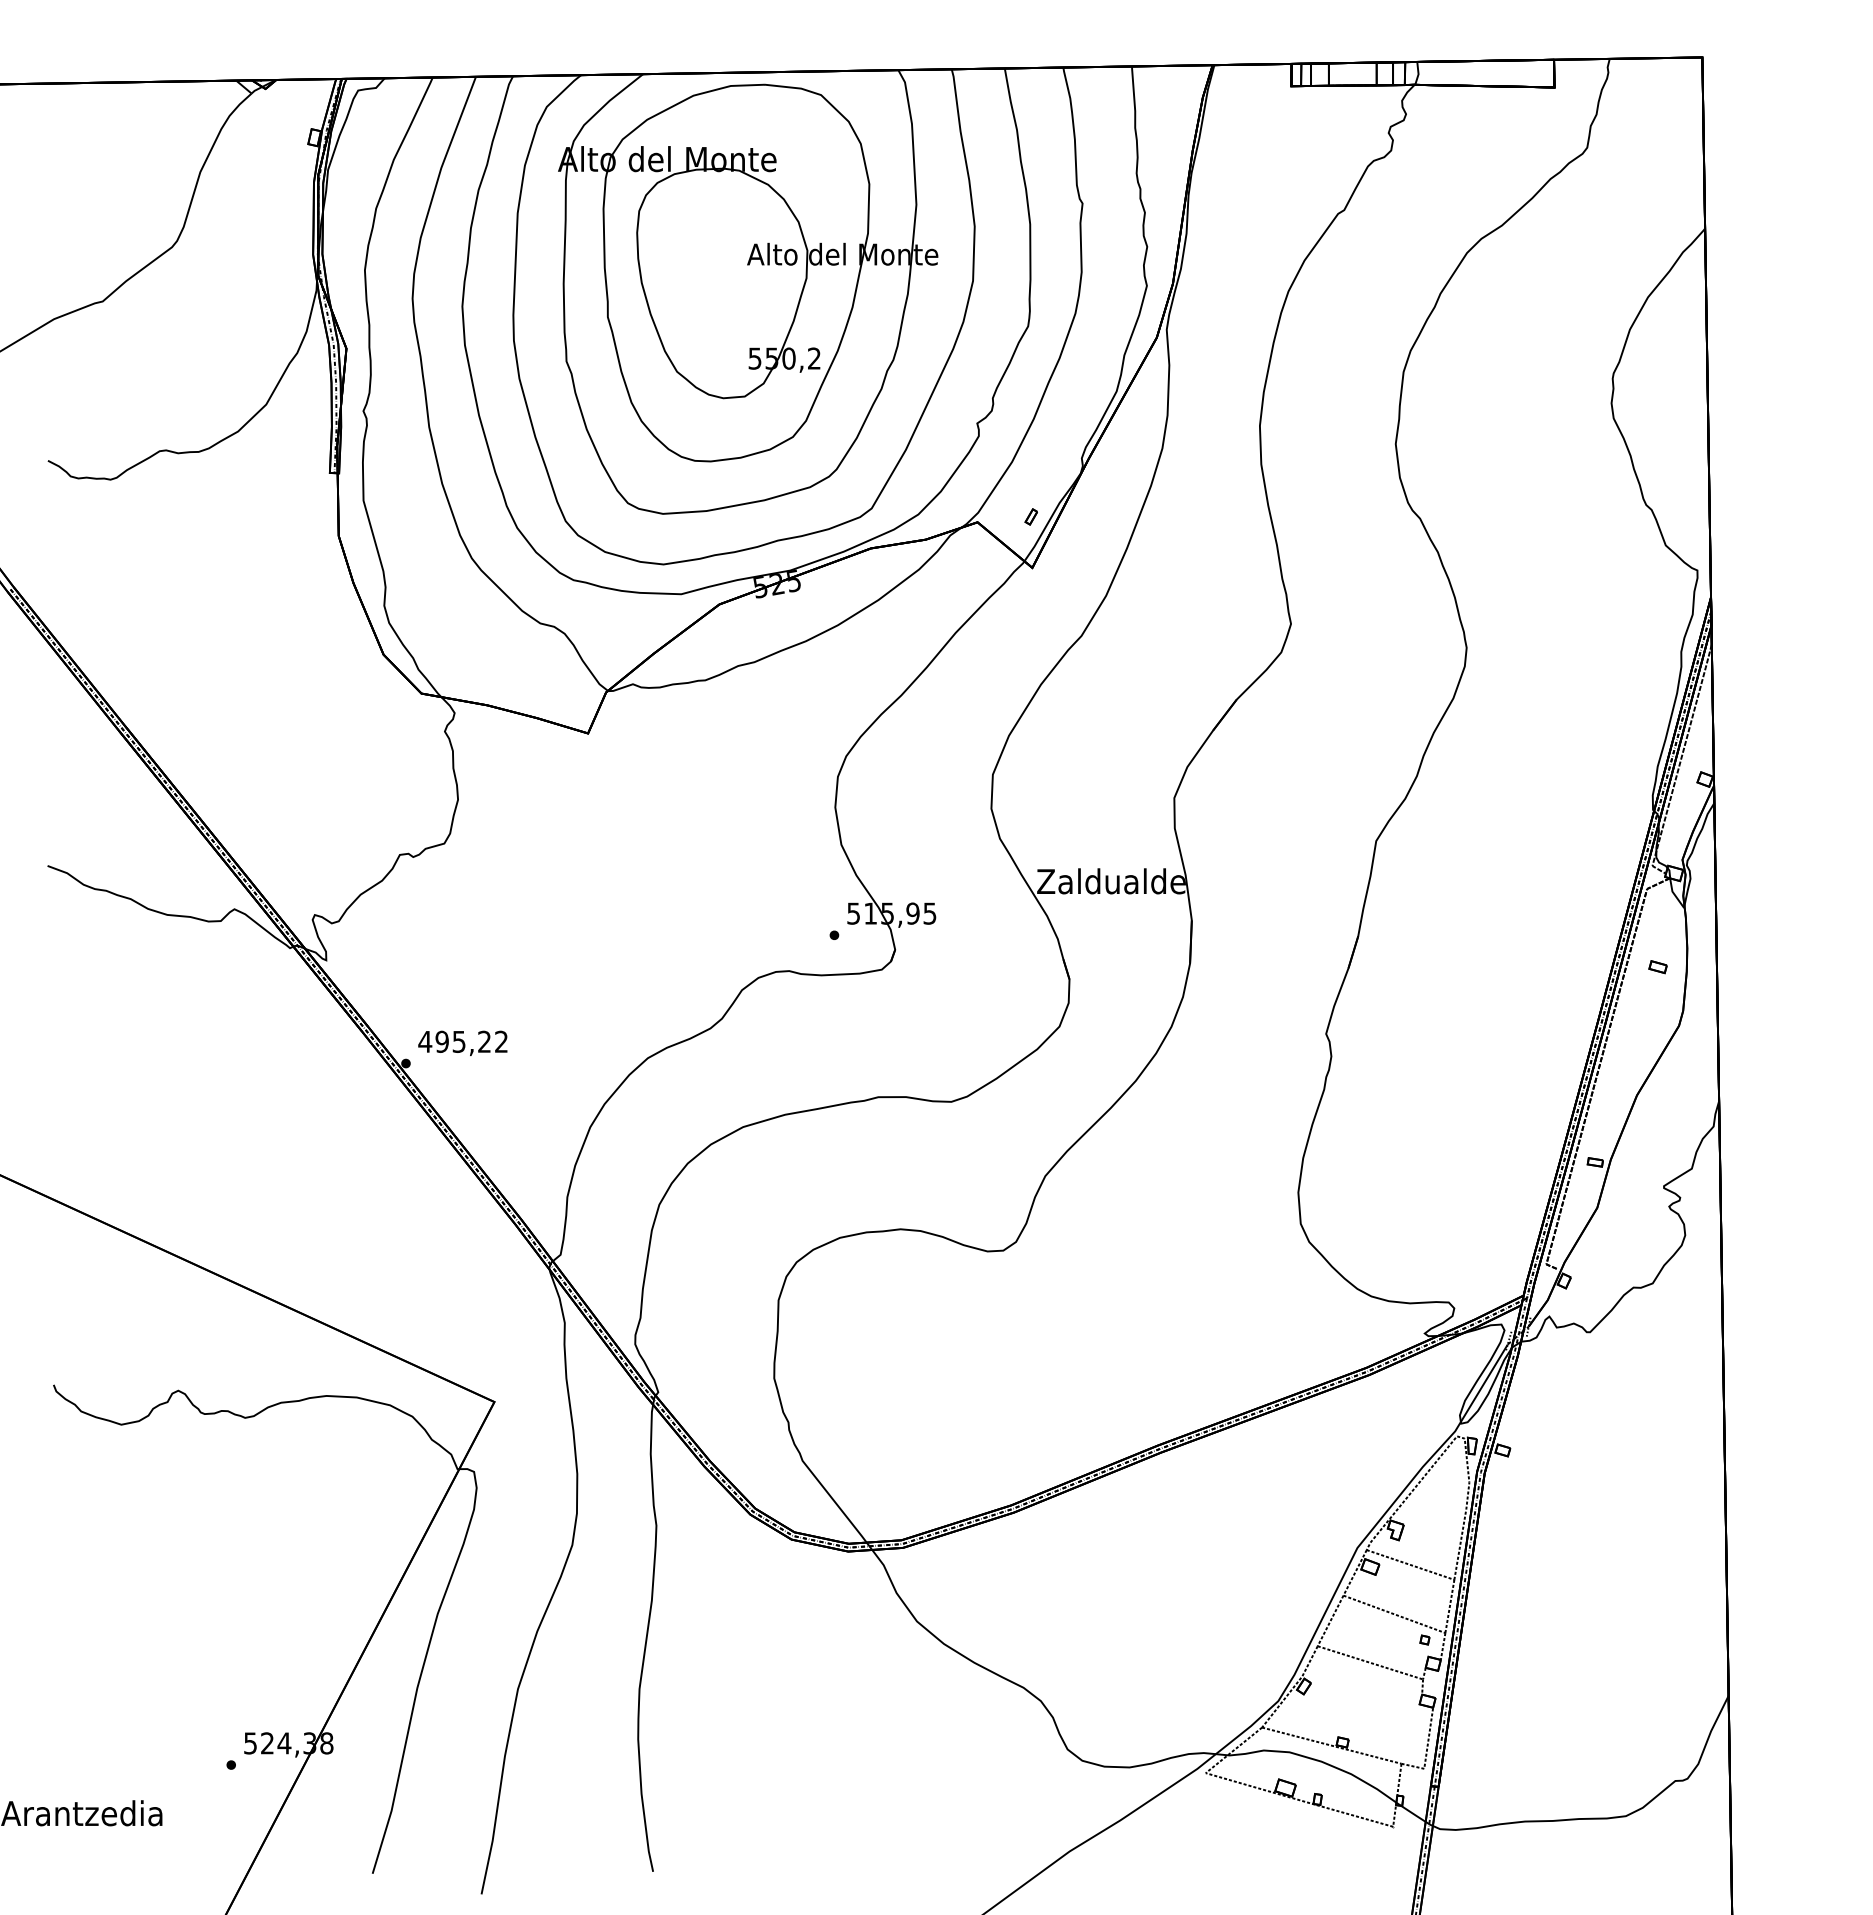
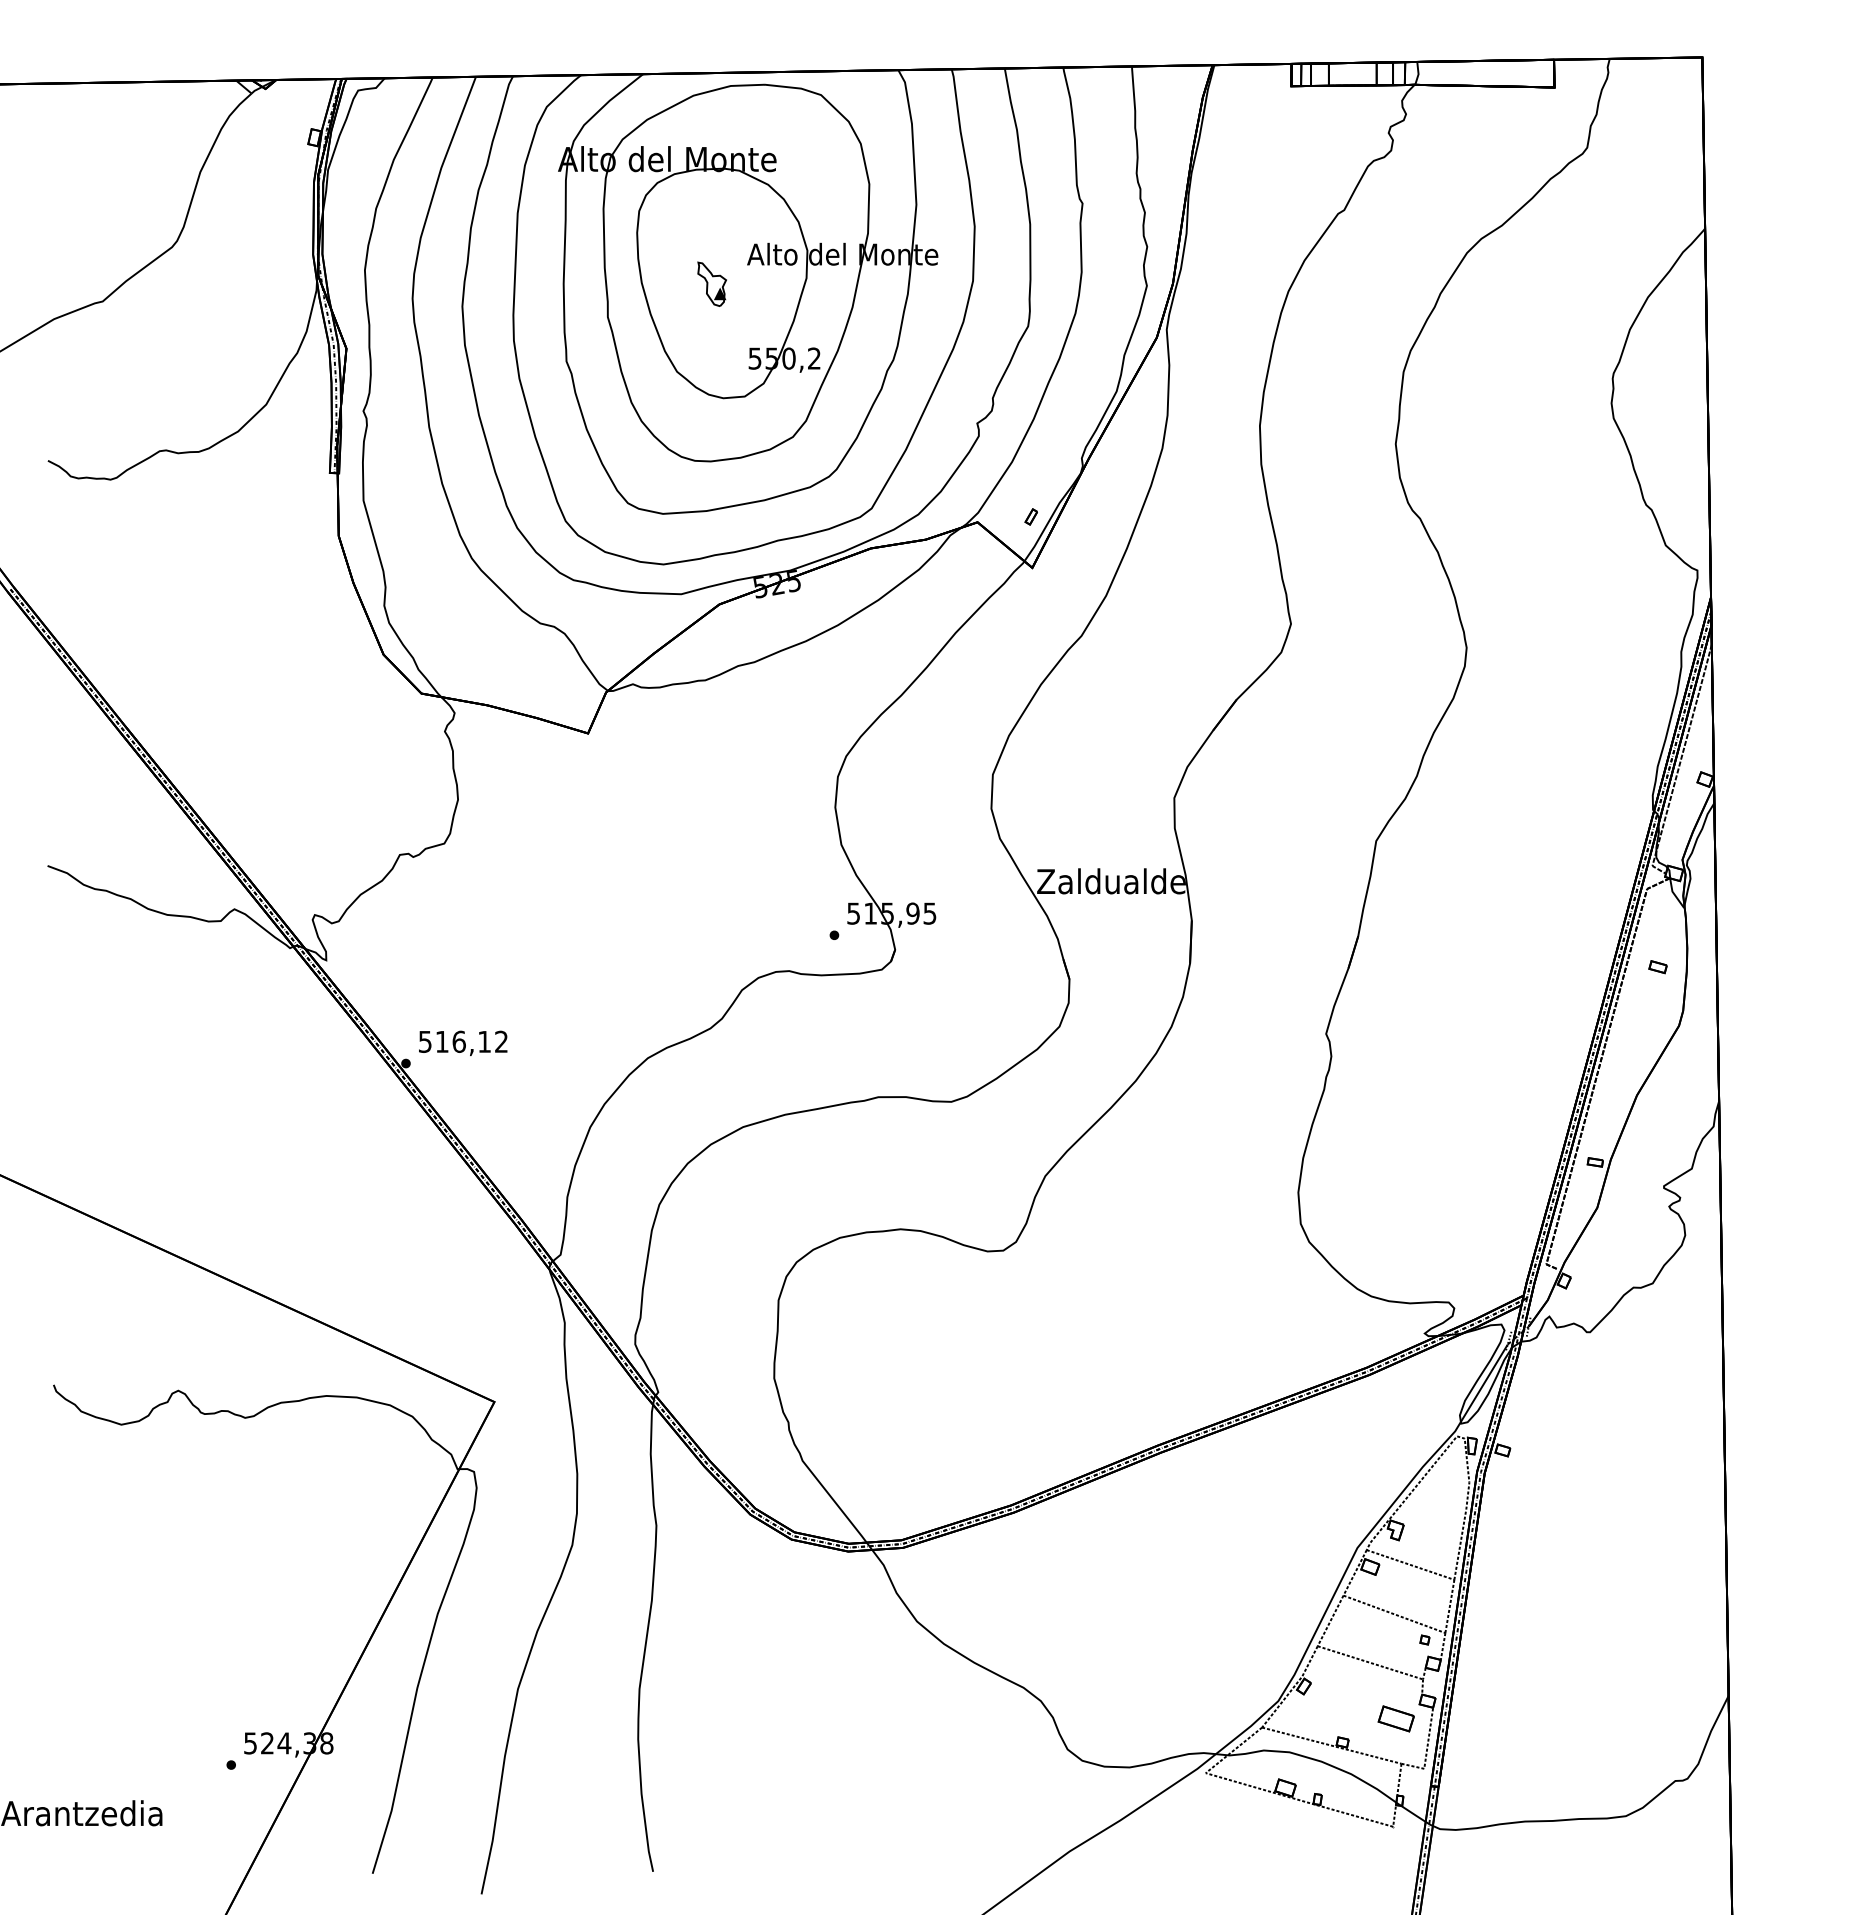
part at (711, 283): none -> present
text at (454, 1041): 495,22 -> 516,12
part at (1395, 1718): none -> present
